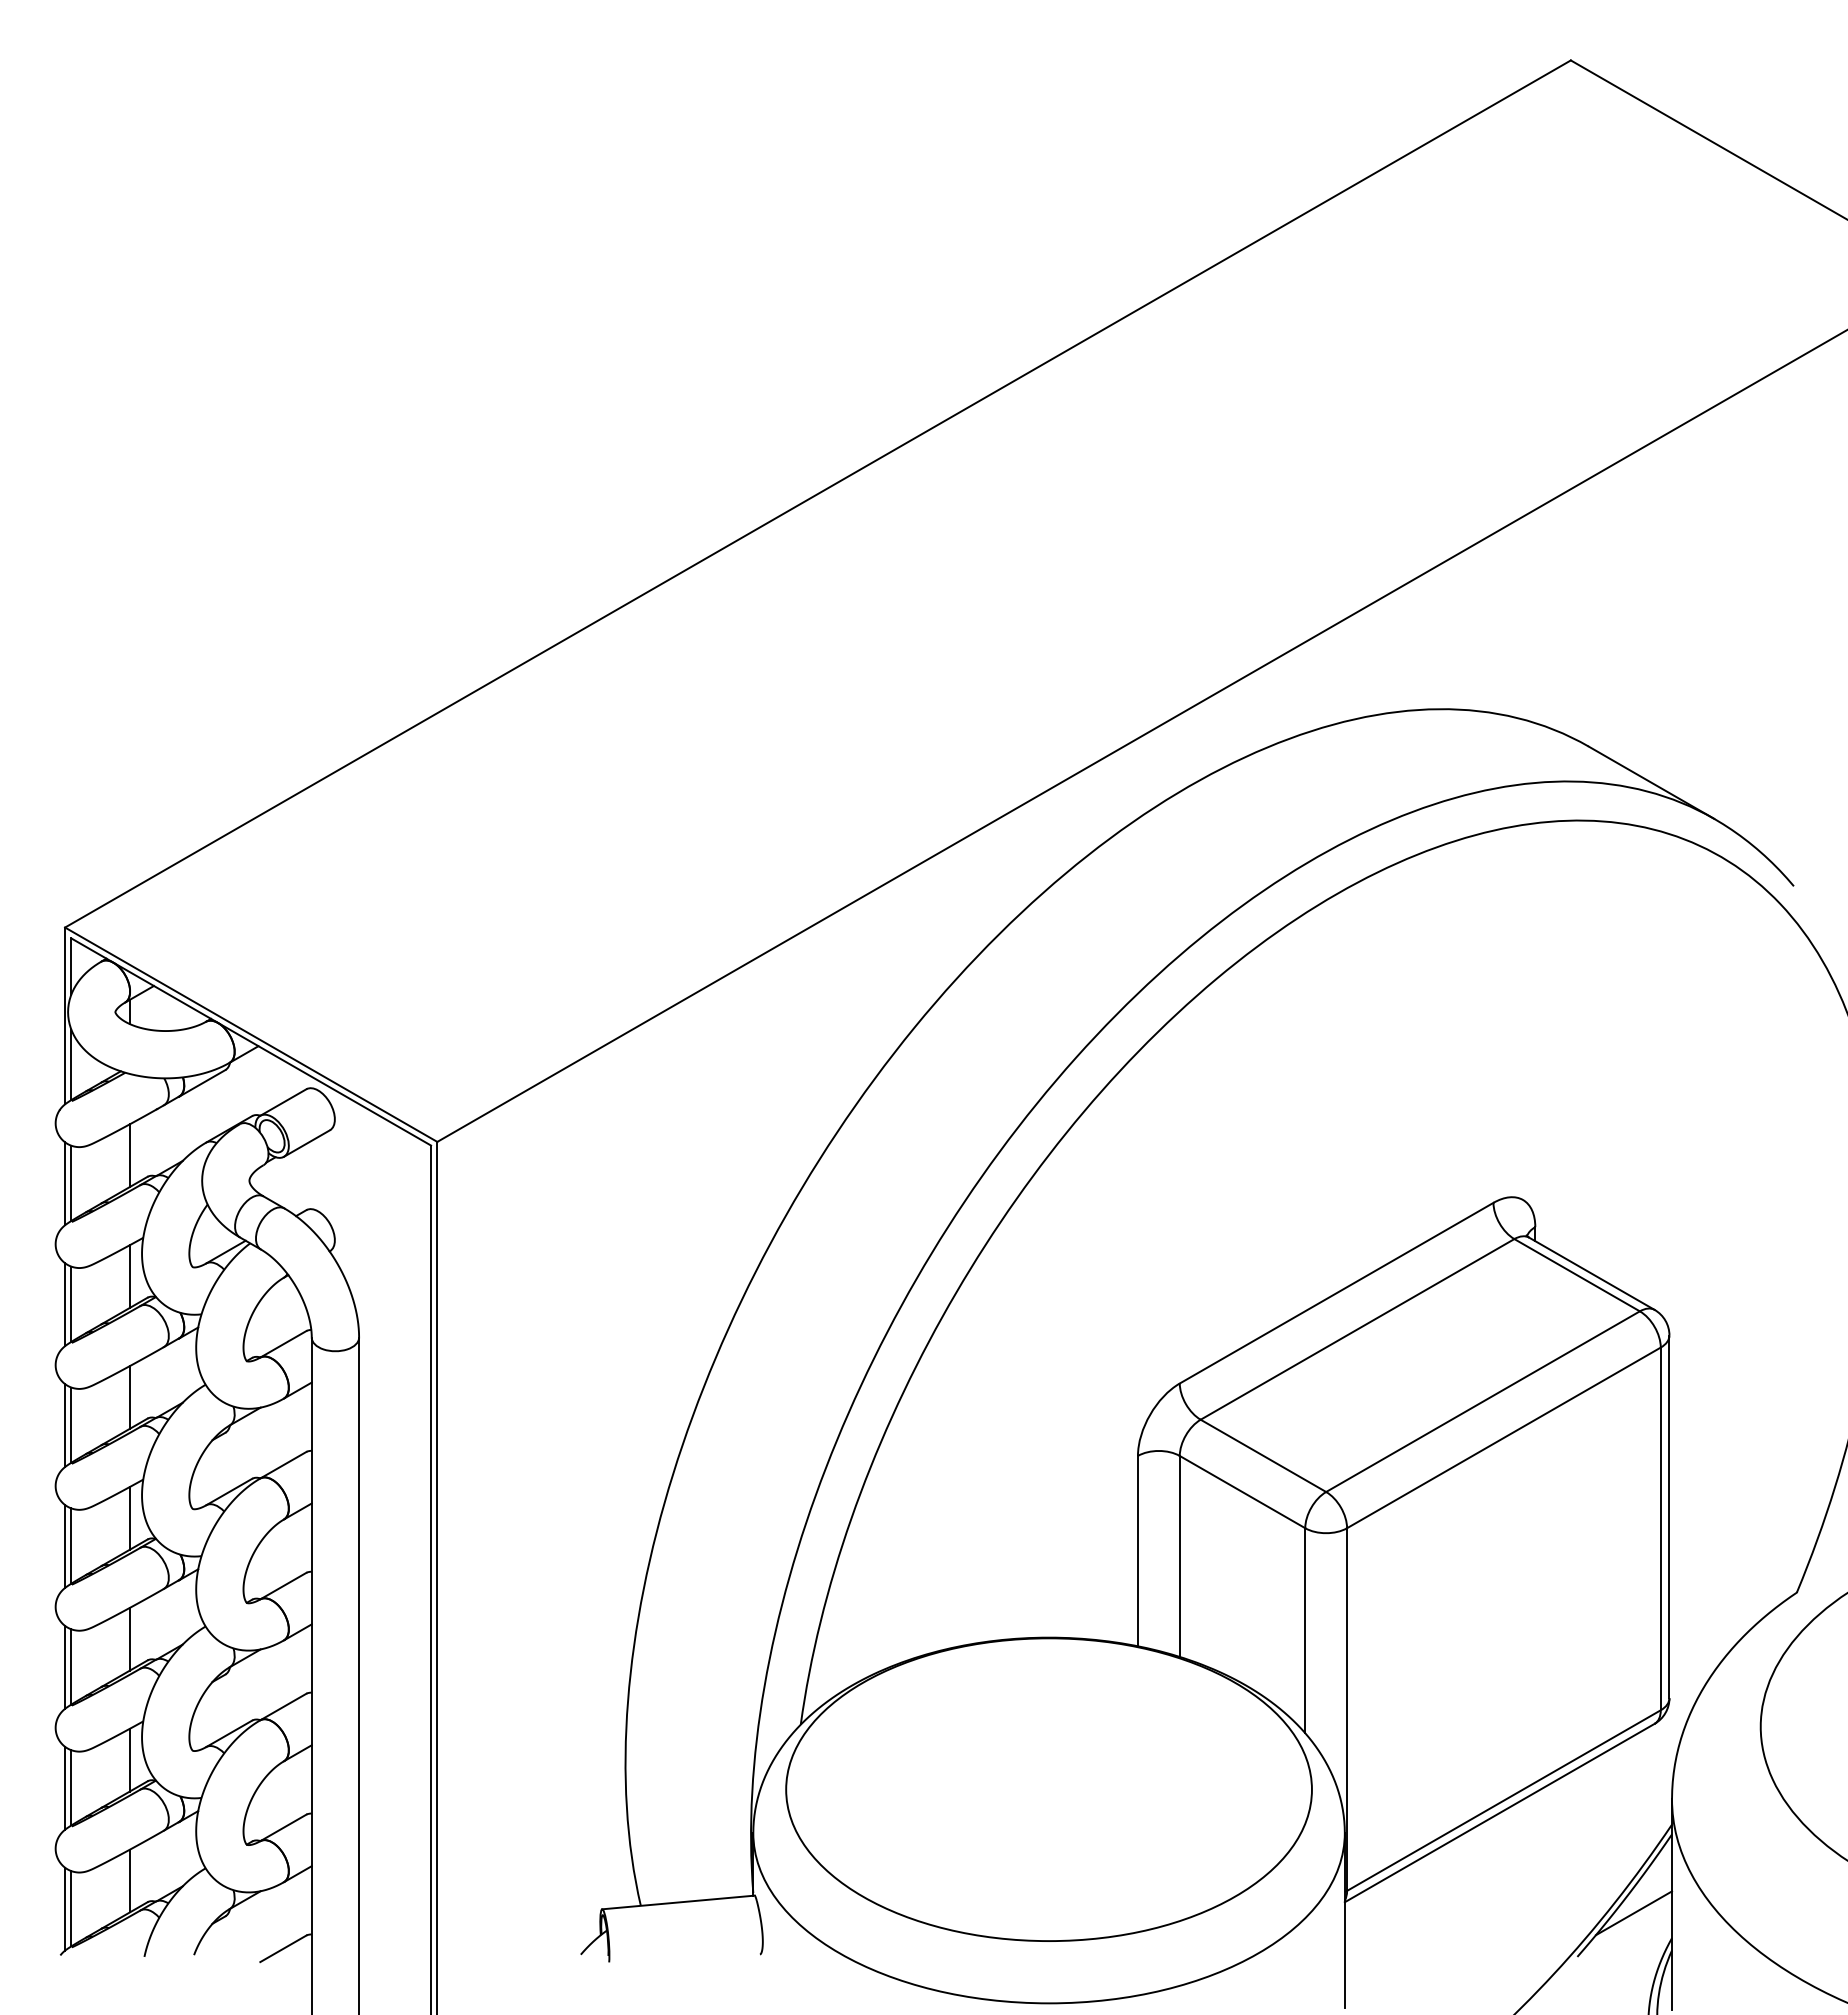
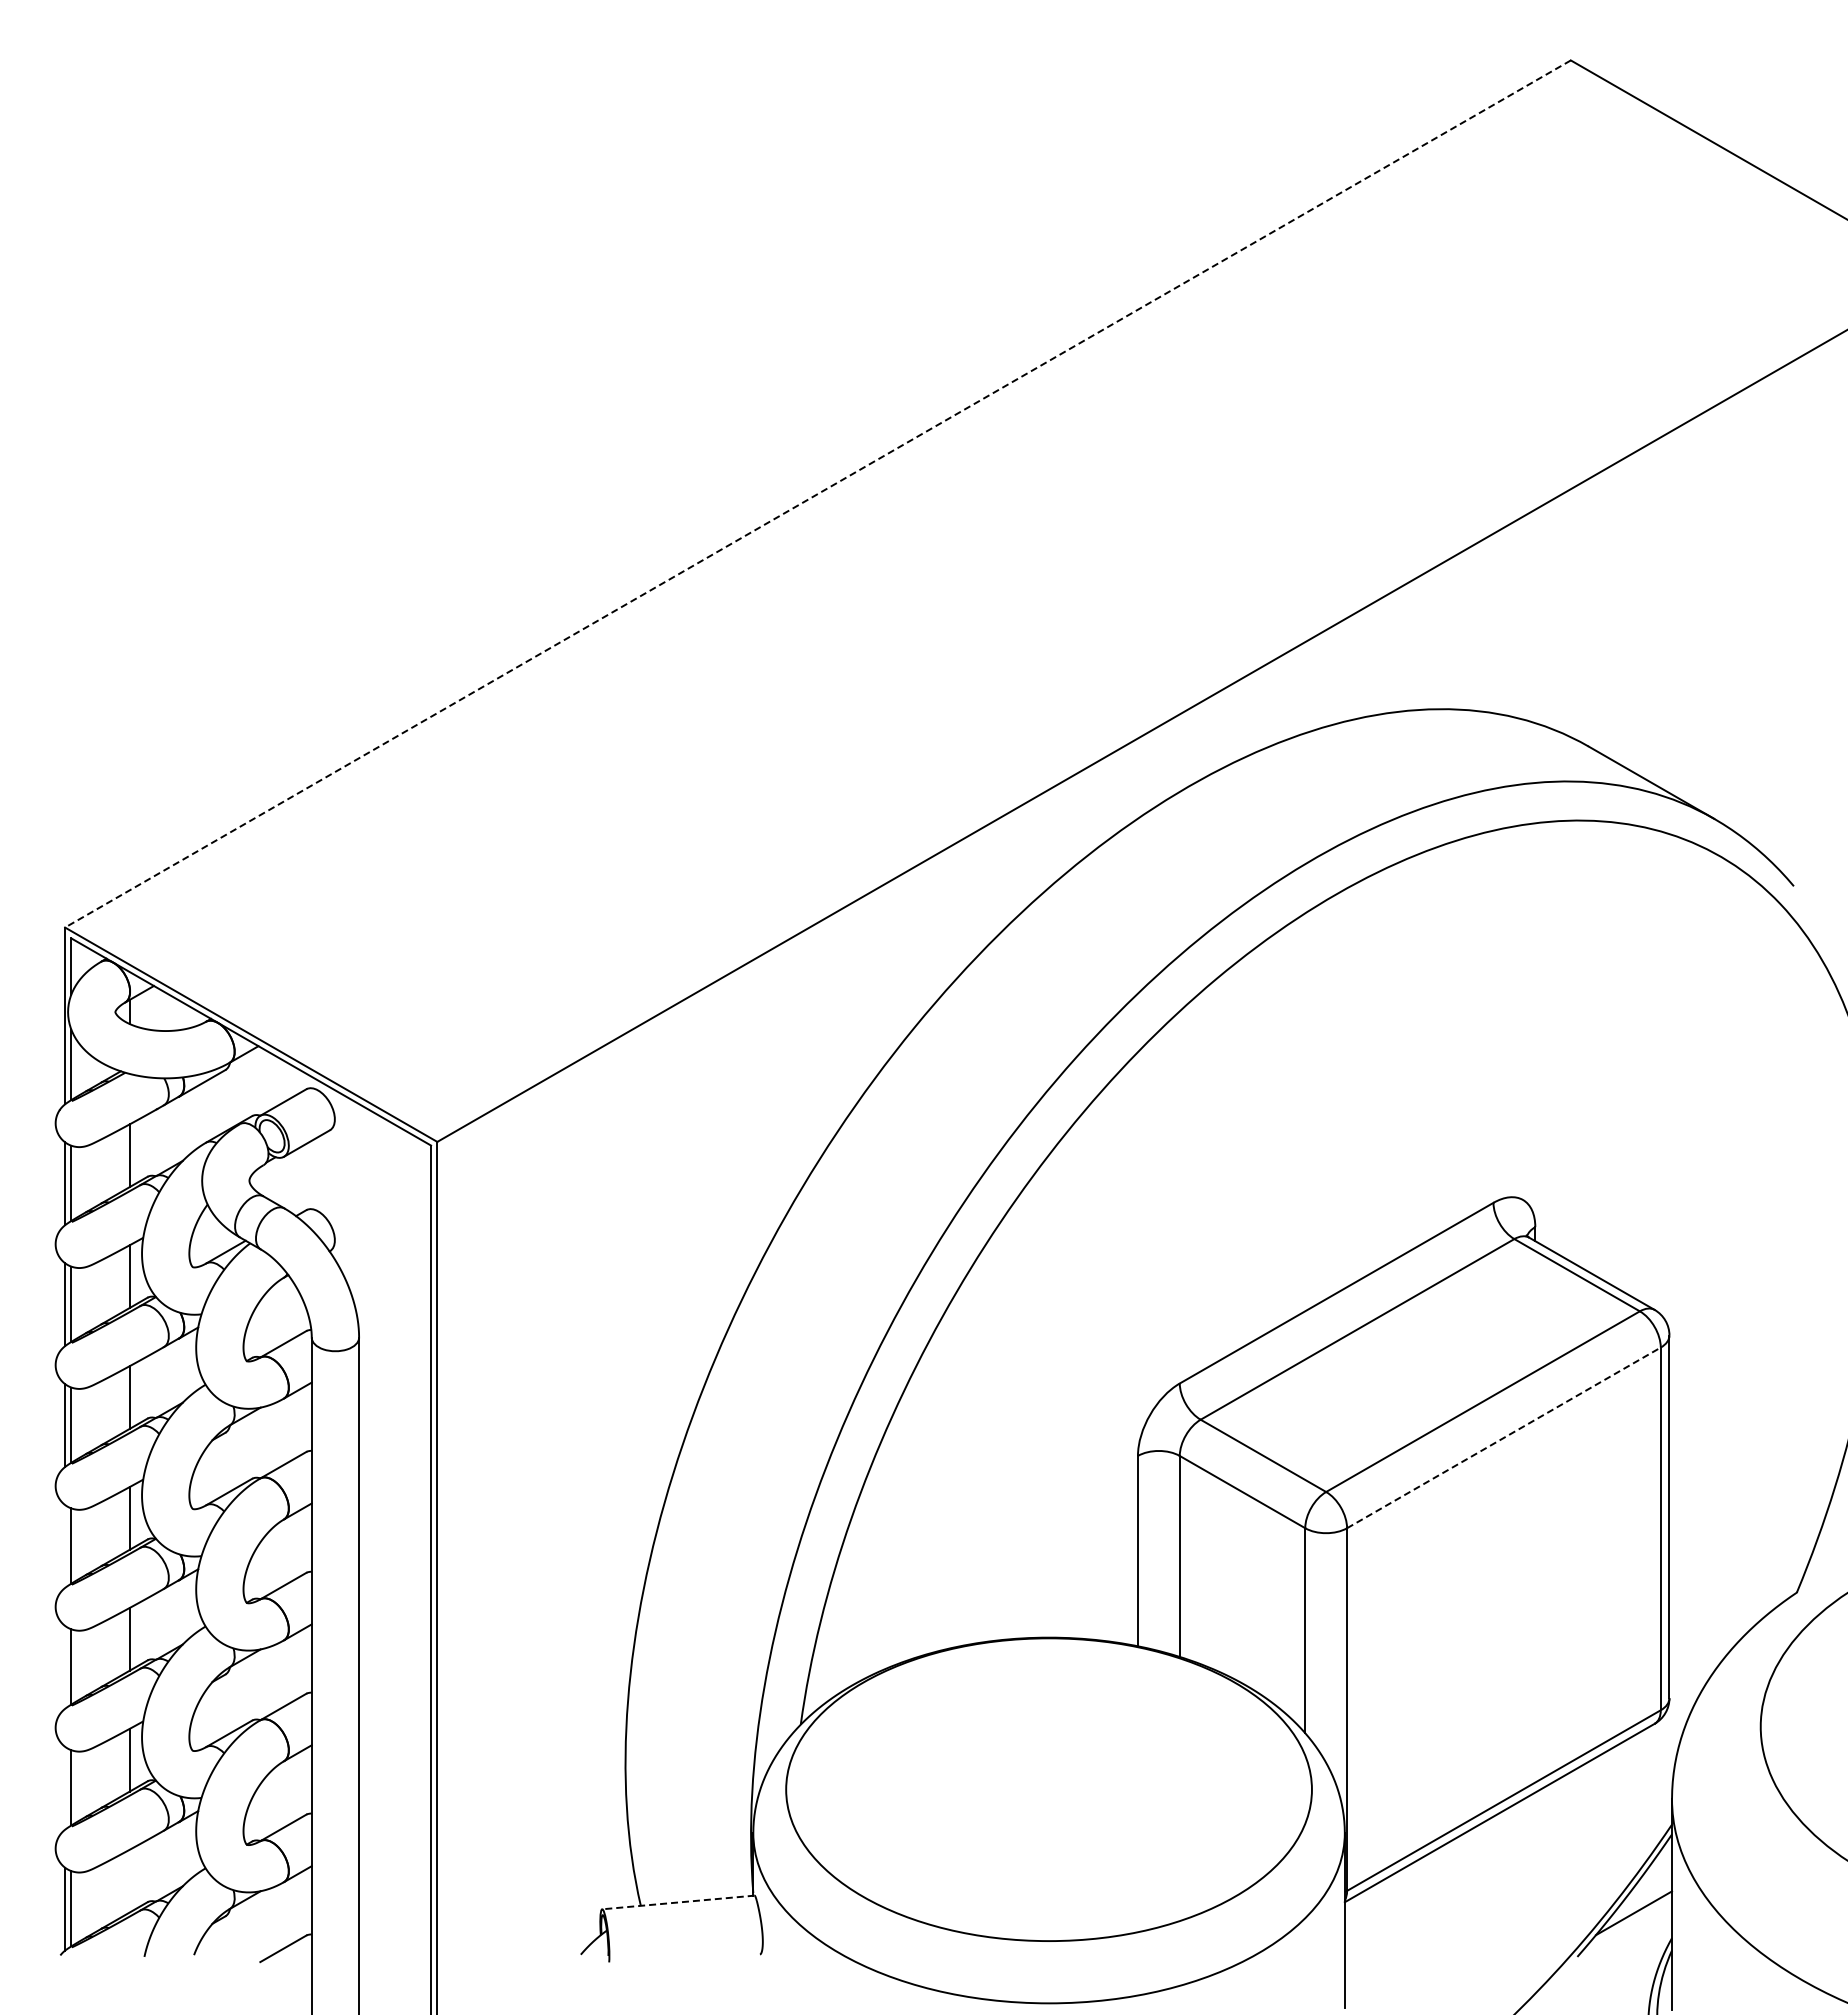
line at (817, 494): solid -> dashed
line at (1504, 1437): solid -> dashed
line at (65, 1546): present -> none
line at (65, 1666): present -> none
line at (65, 1787): present -> none
line at (129, 1880): present -> none
line at (678, 1902): solid -> dashed
